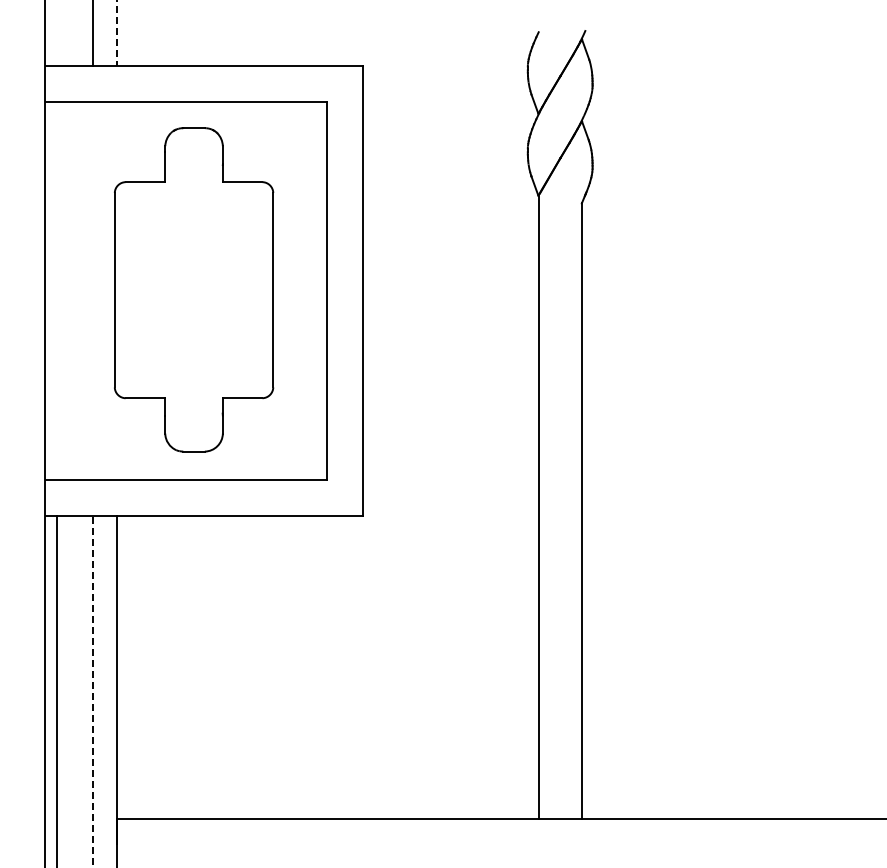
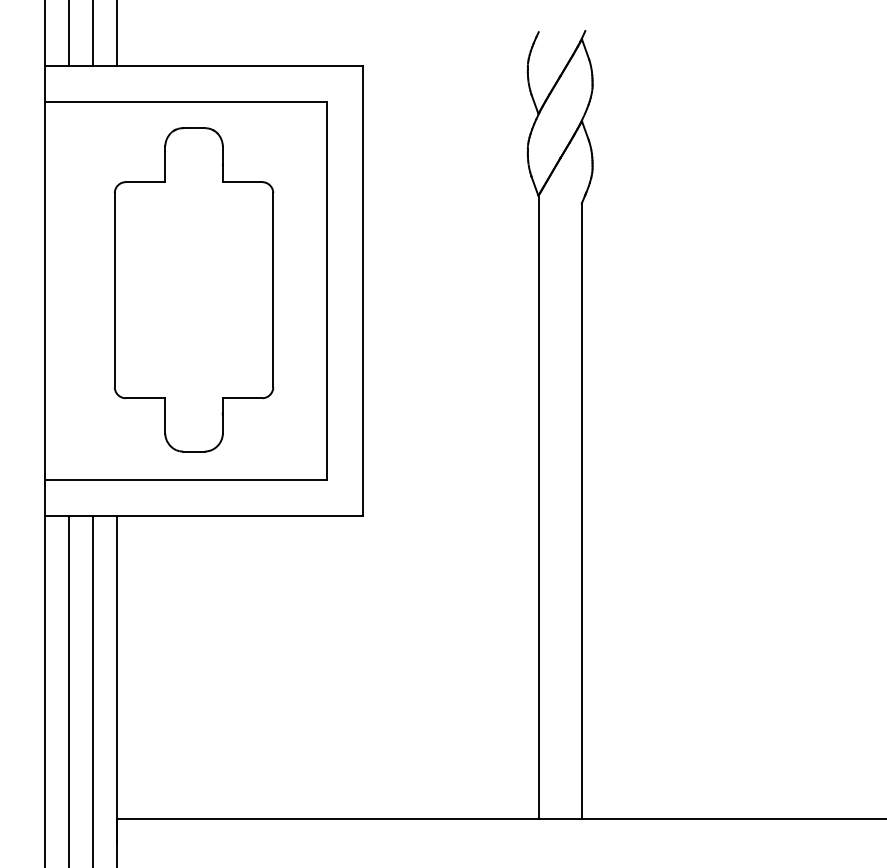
line at (68, 33): none -> present
line at (117, 33): dashed -> solid
line at (56, 689) position: (56, 689) -> (68, 689)
line at (92, 691): dashed -> solid
